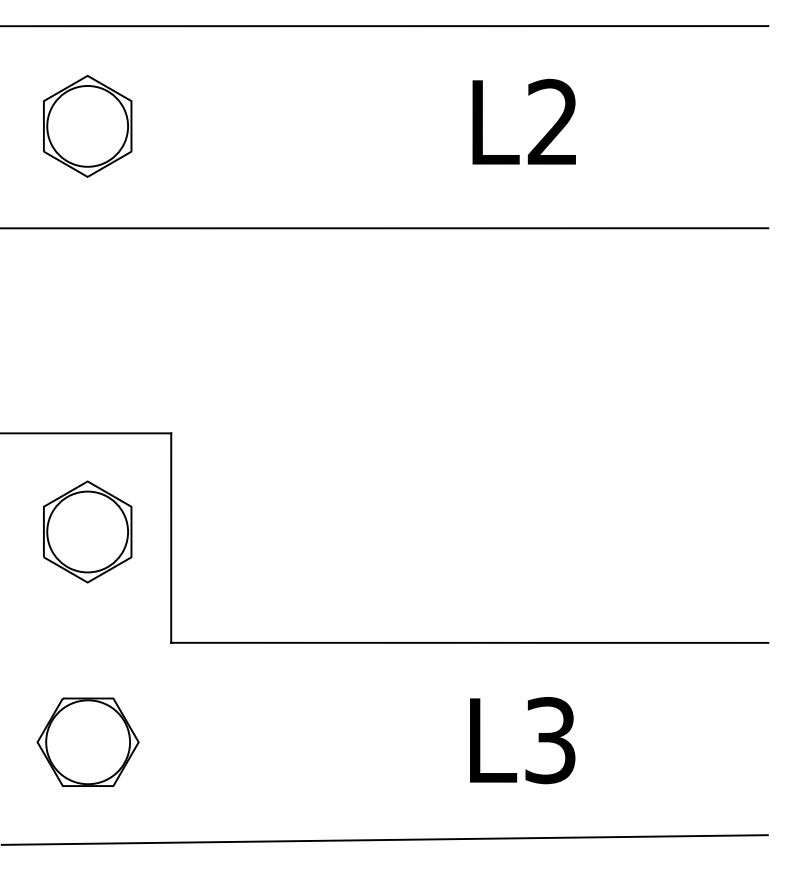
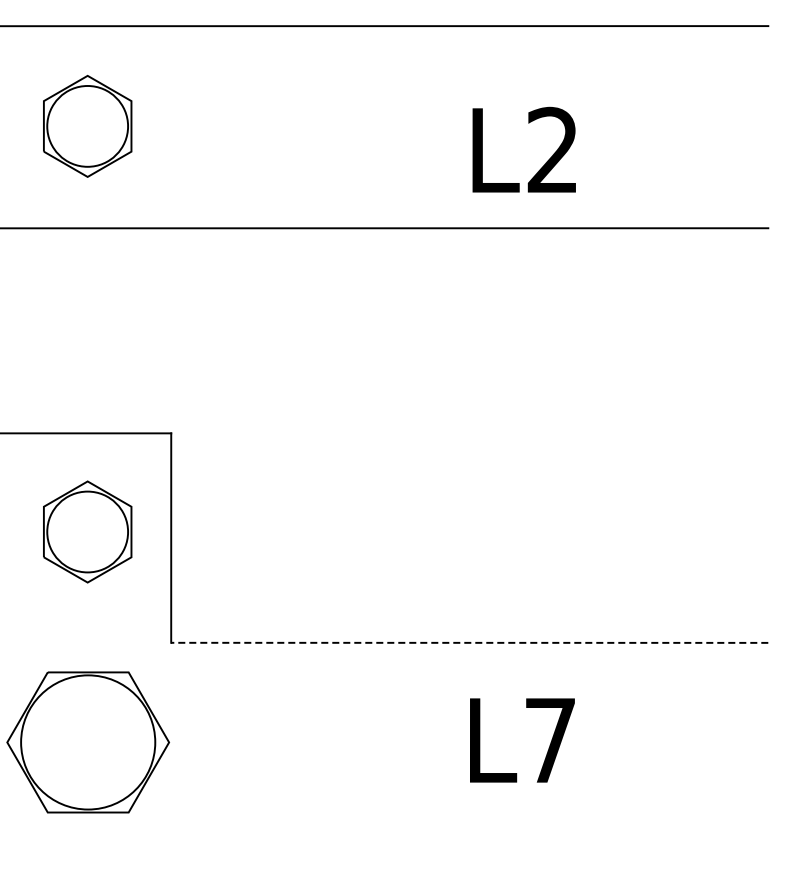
text at (523, 121) position: (523, 121) -> (523, 149)
line at (469, 642): solid -> dashed
text at (550, 740): L3 -> L7
part at (87, 741) size: 104x90 px -> 164x143 px
line at (384, 839): present -> none
